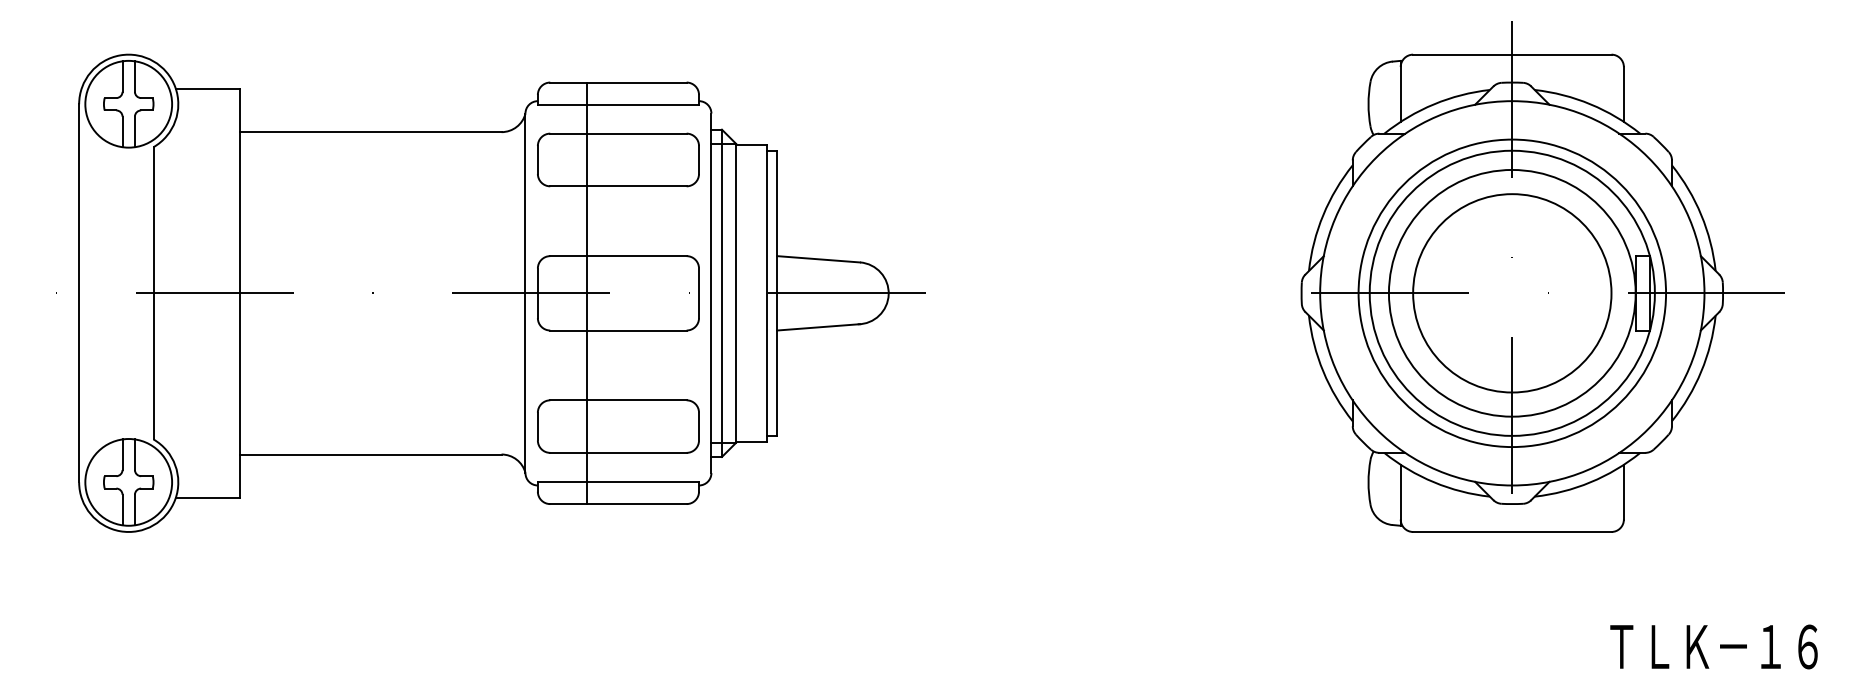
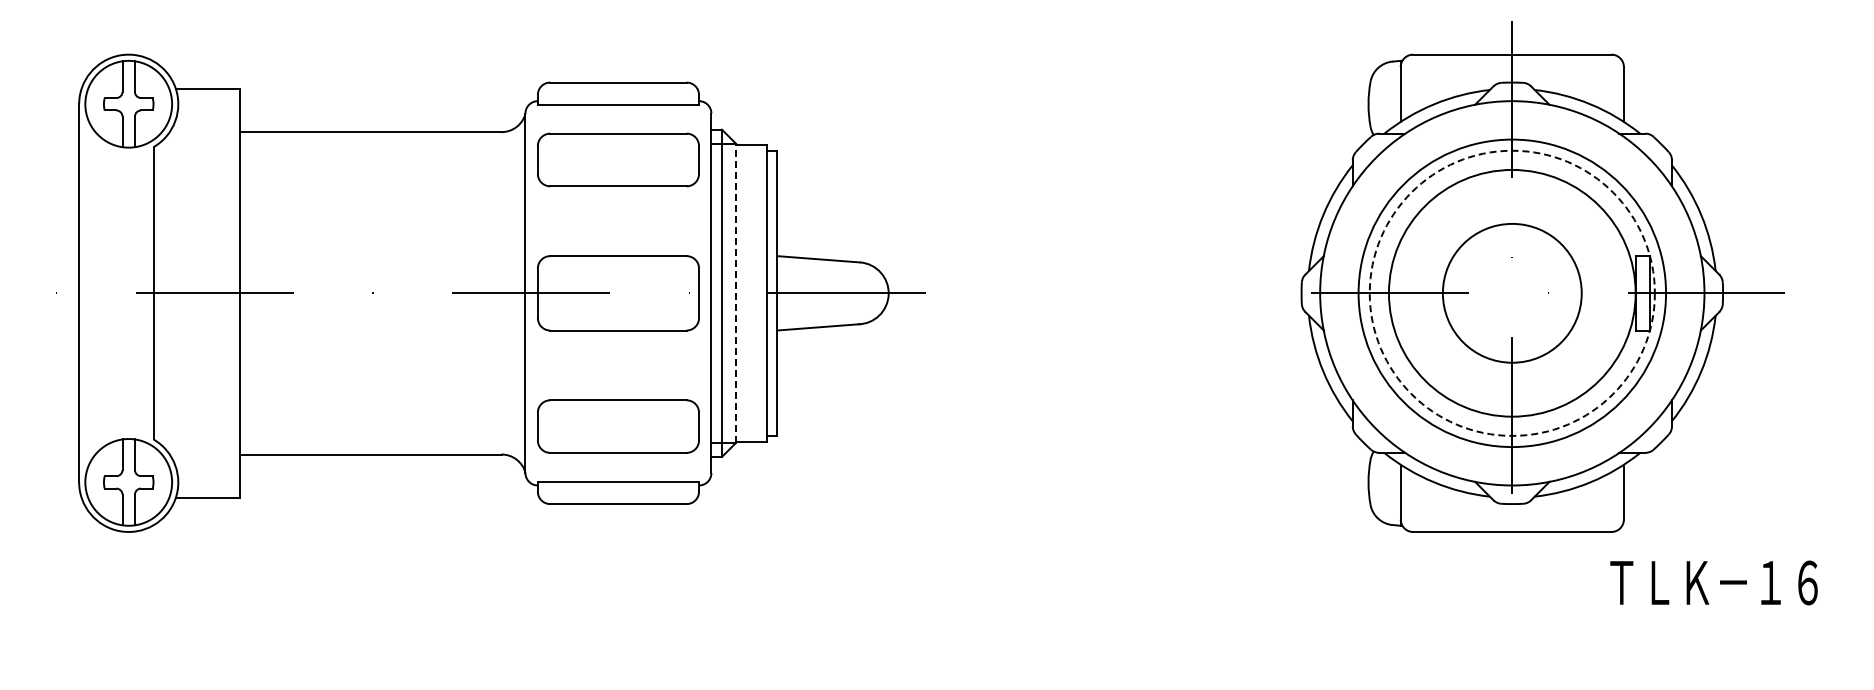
line at (736, 292): solid -> dashed
circle at (1511, 292): solid -> dashed
line at (587, 293): present -> none
circle at (1512, 293) diameter: 198 px -> 139 px
text at (1713, 646) position: (1713, 646) -> (1713, 582)
